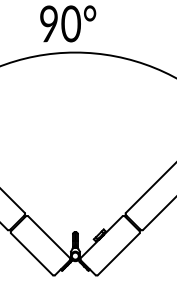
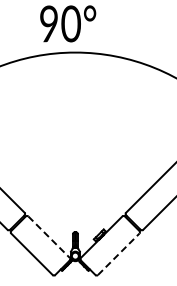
line at (49, 237): solid -> dashed
line at (119, 253): solid -> dashed
